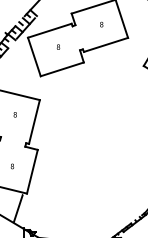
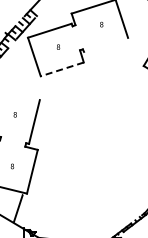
line at (106, 44): present -> none
line at (62, 69): solid -> dashed
line at (20, 95): present -> none
